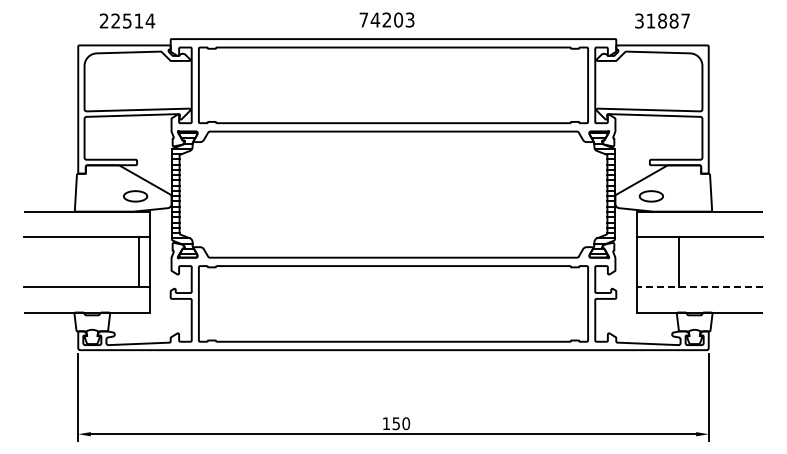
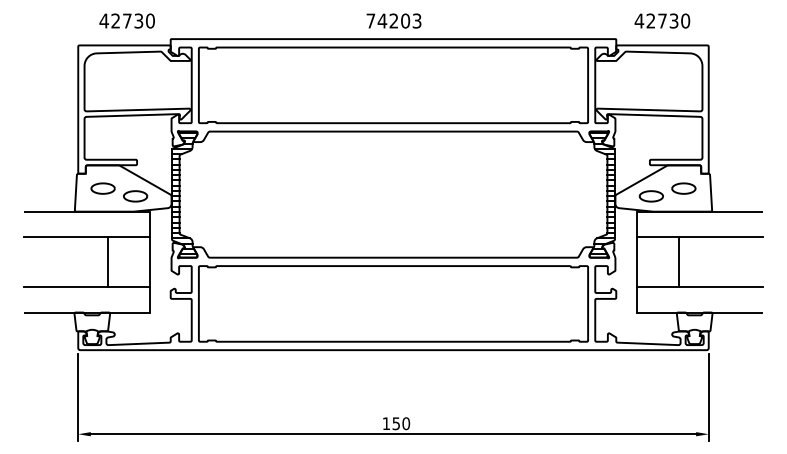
text at (386, 19) position: (386, 19) -> (393, 20)
text at (127, 20): 22514 -> 42730
text at (662, 20): 31887 -> 42730
part at (102, 188): none -> present
part at (683, 188): none -> present
line at (138, 261) position: (138, 261) -> (107, 261)
line at (699, 287): dashed -> solid
